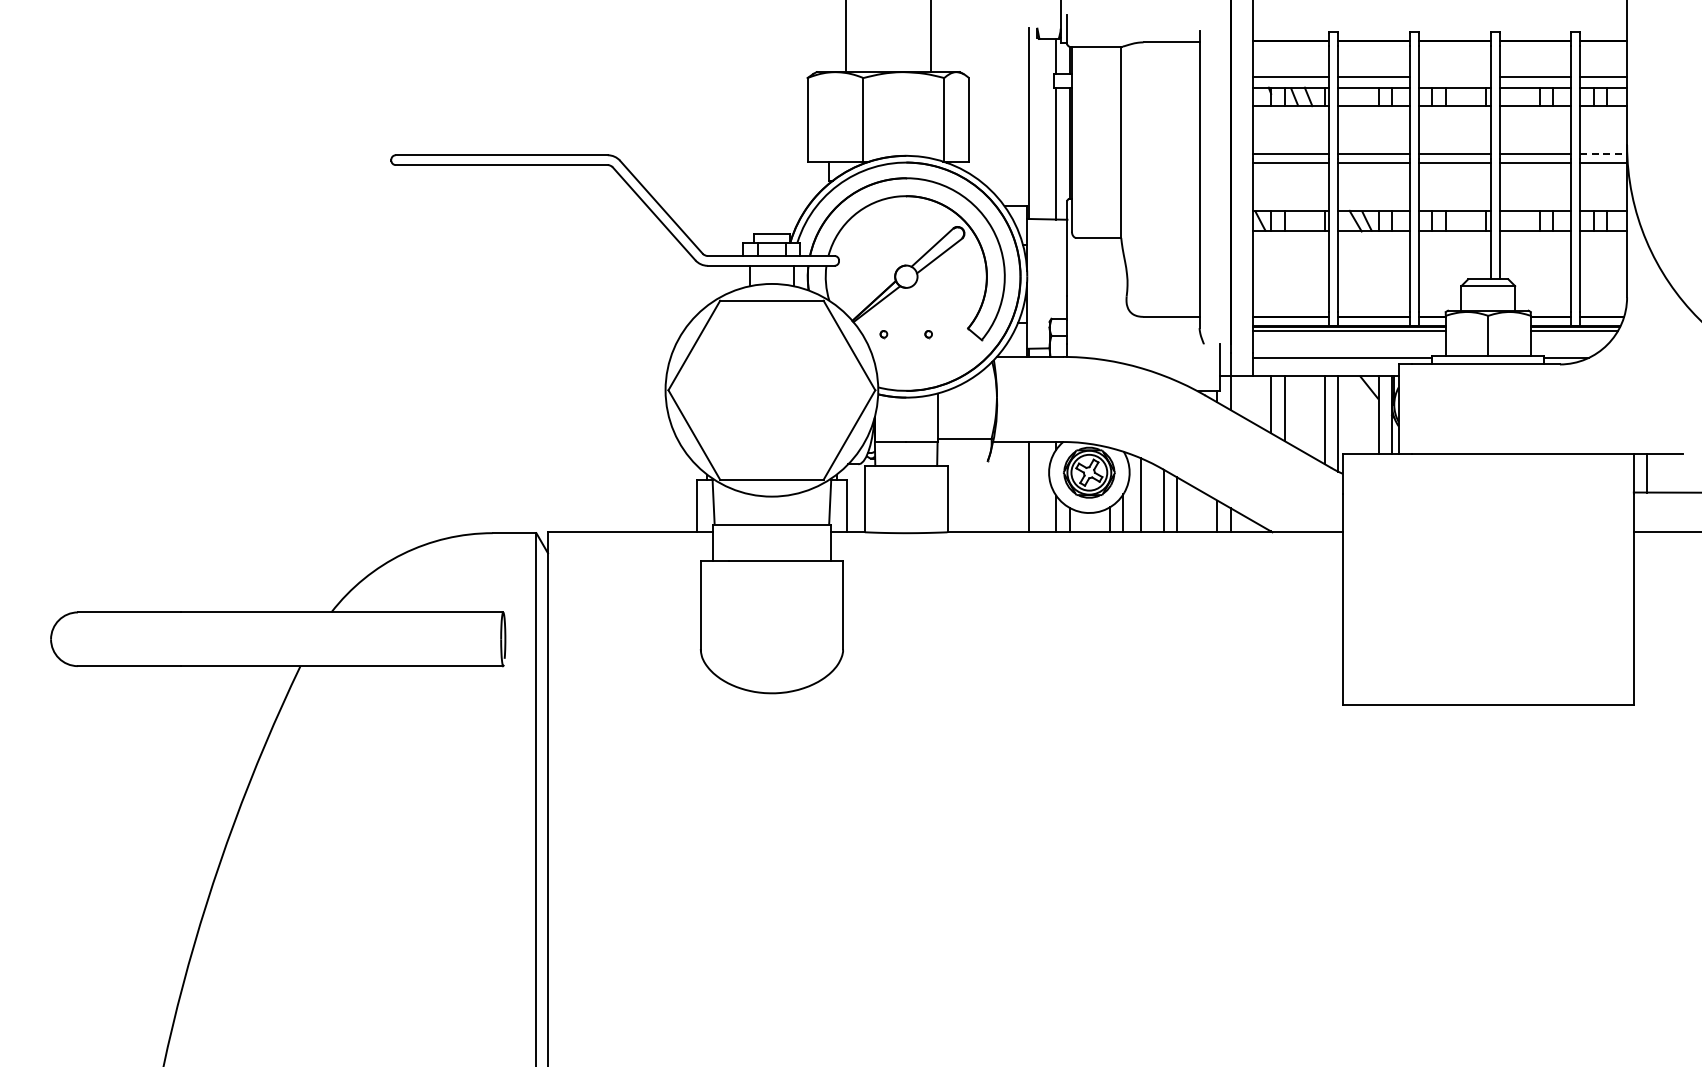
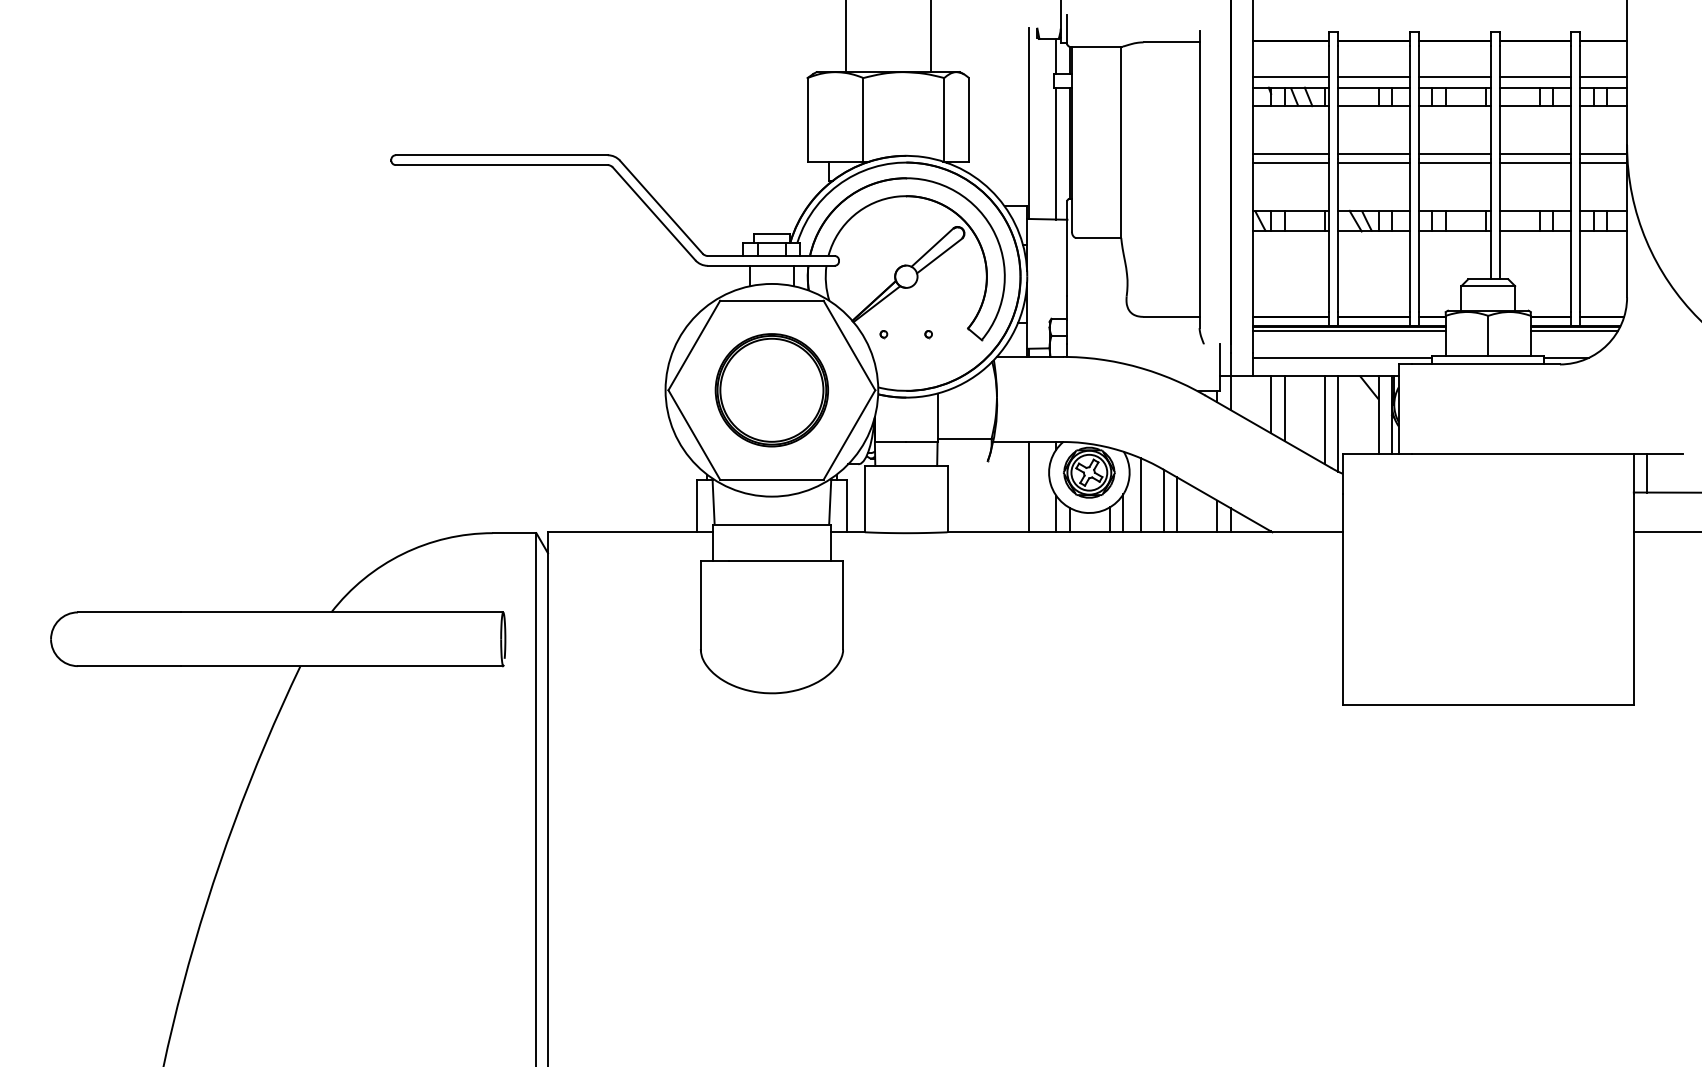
line at (1454, 76): none -> present
line at (1603, 154): dashed -> solid
part at (771, 390): none -> present
